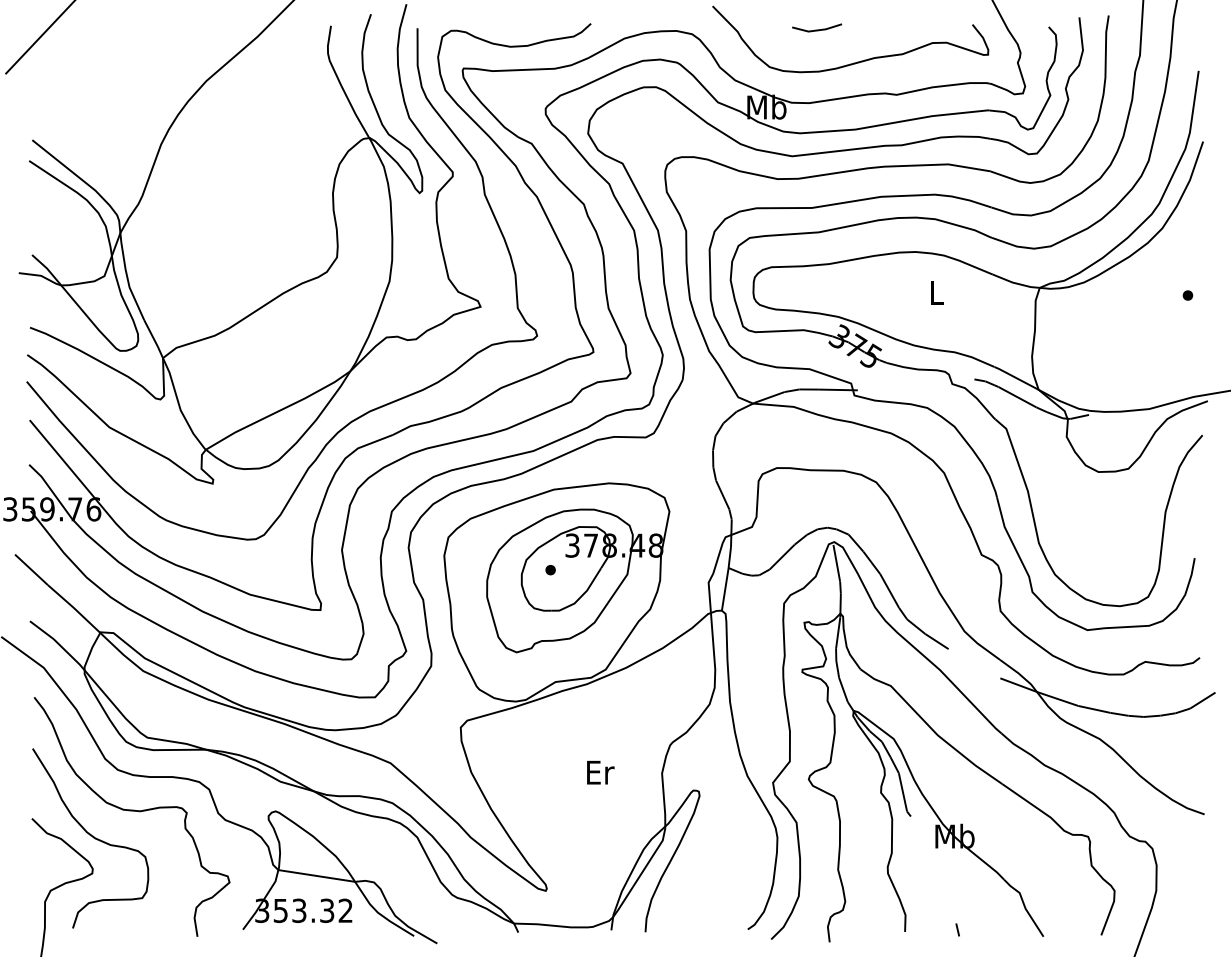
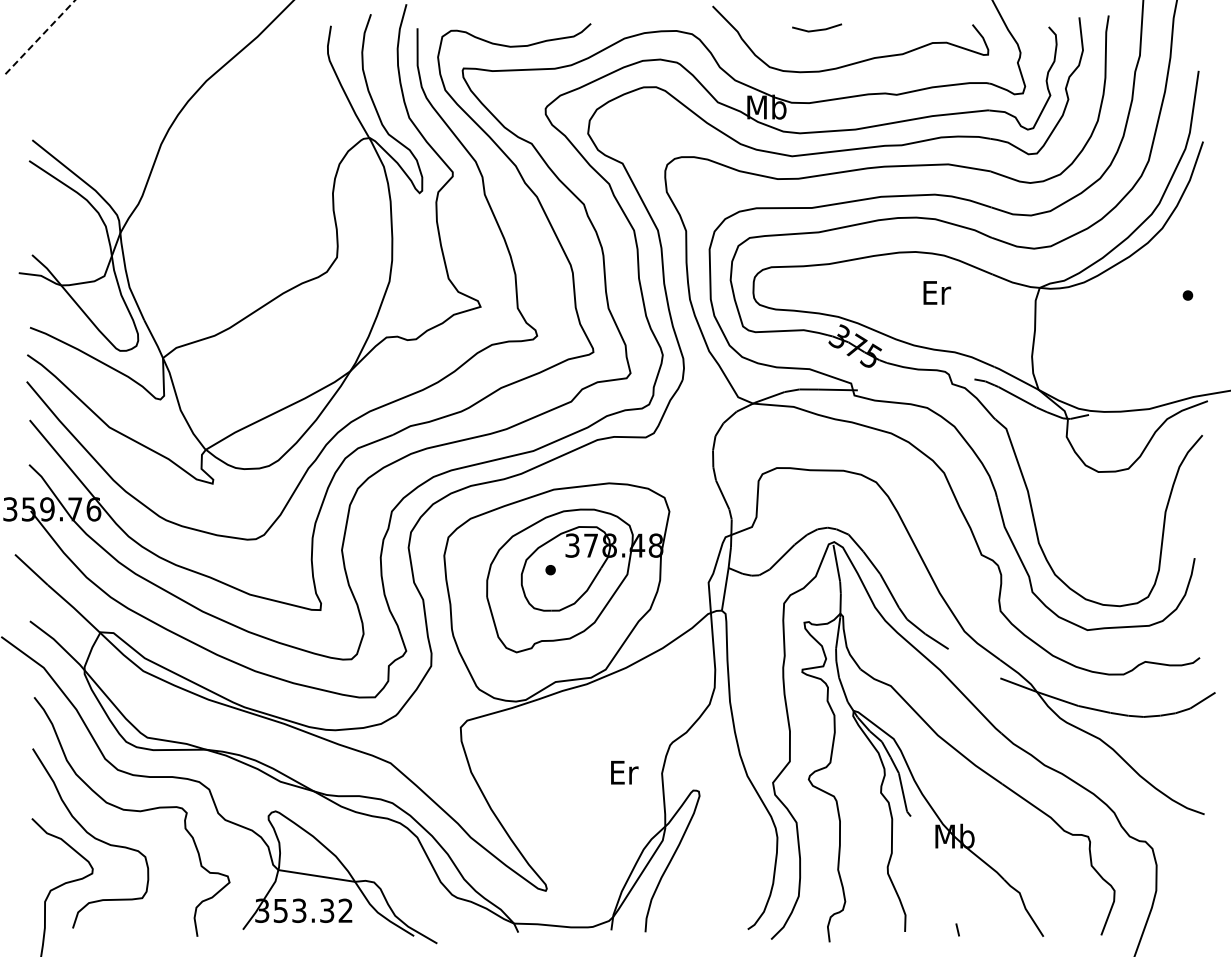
line at (40, 37): solid -> dashed
text at (937, 292): L -> Er
text at (600, 772) position: (600, 772) -> (624, 772)
